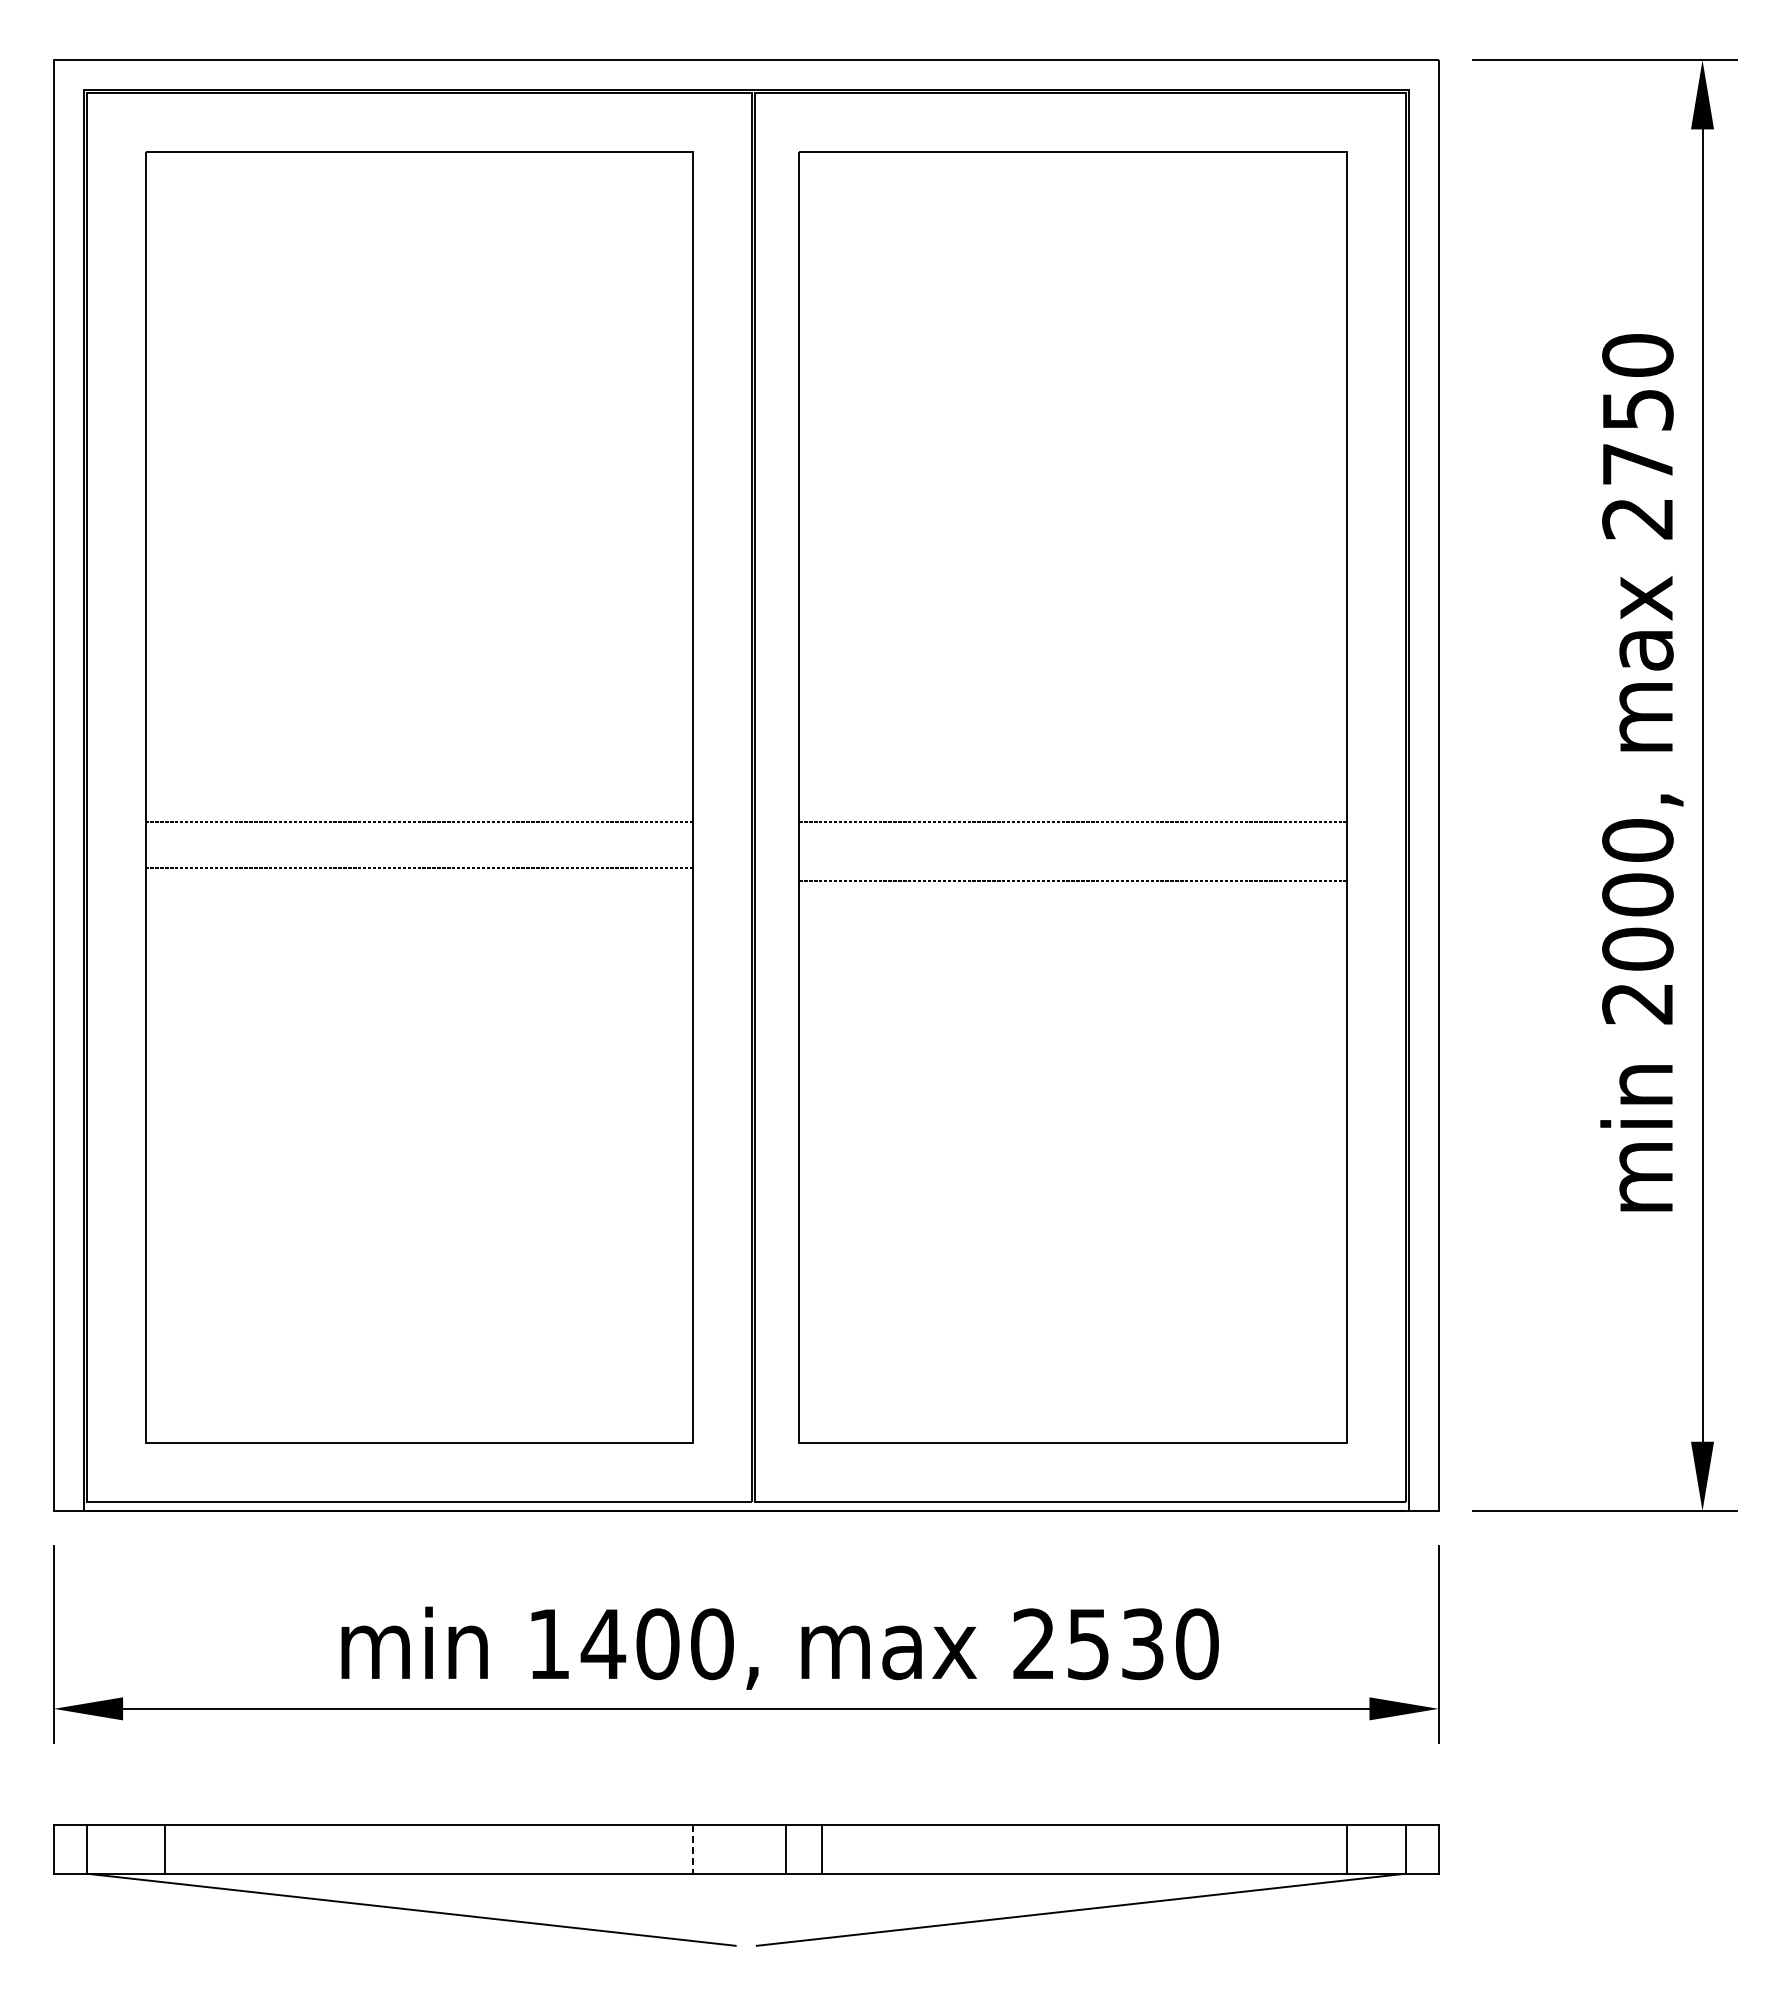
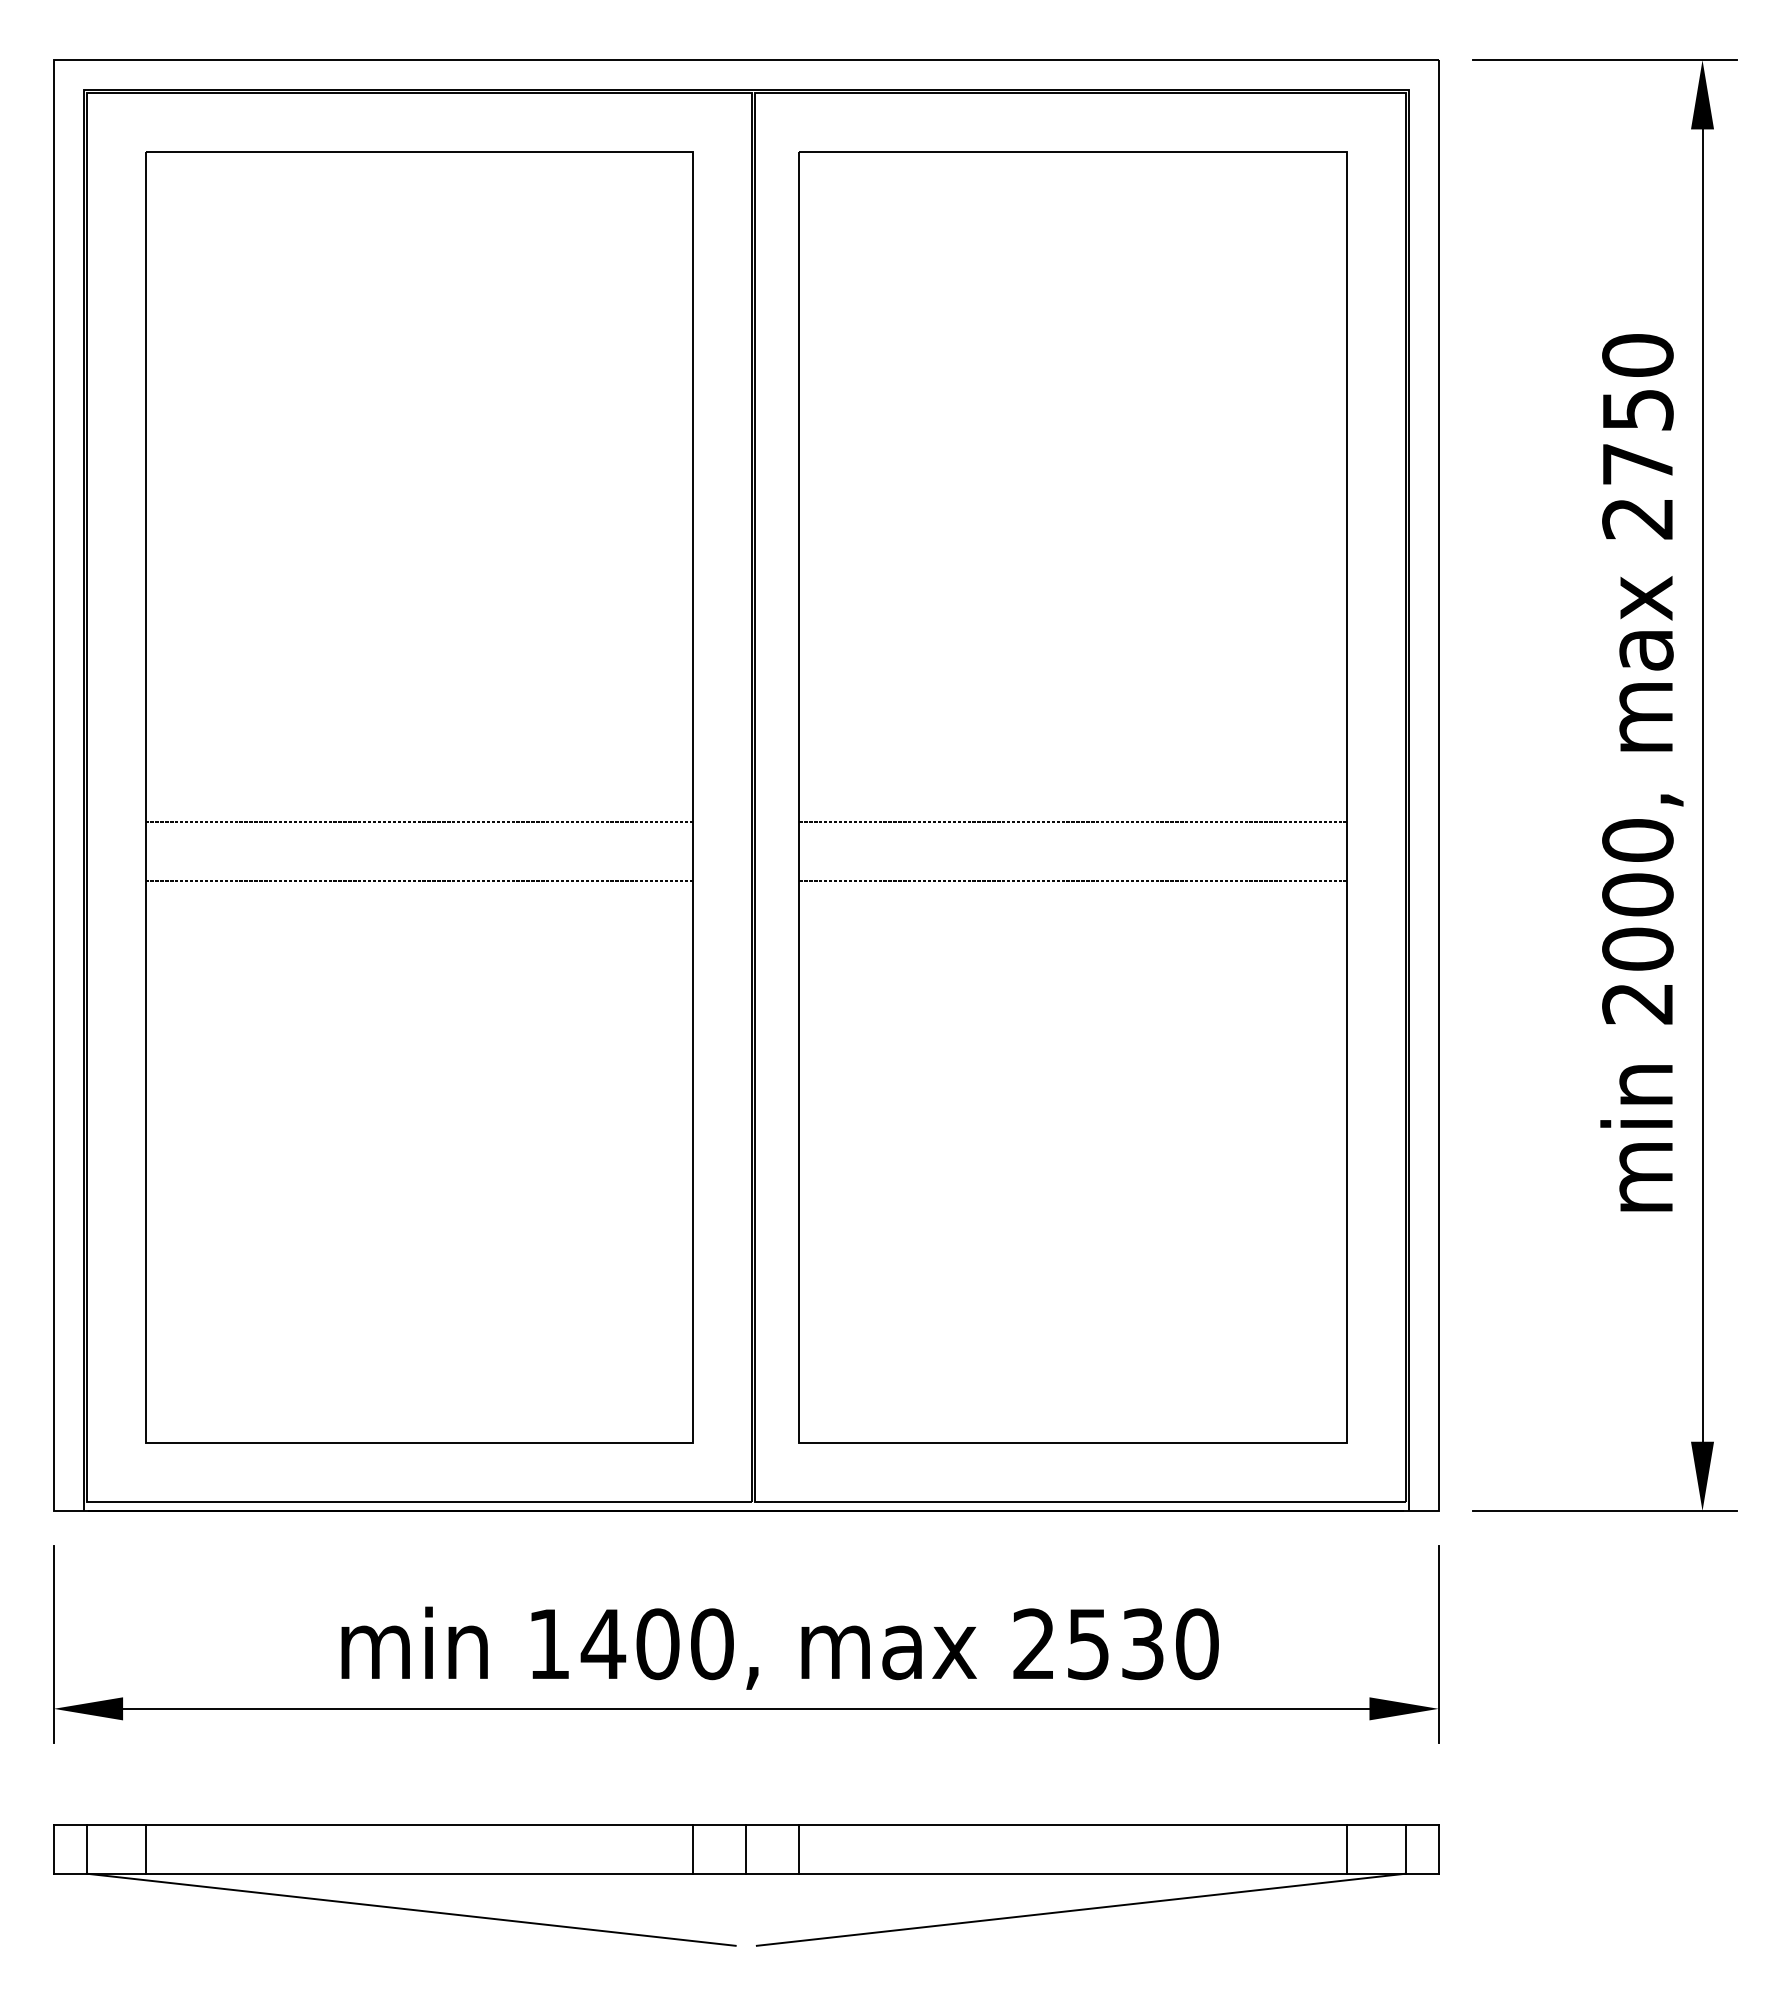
line at (419, 867) position: (419, 867) -> (419, 880)
line at (164, 1848) position: (164, 1848) -> (145, 1848)
line at (786, 1848) position: (786, 1848) -> (746, 1848)
line at (822, 1848) position: (822, 1848) -> (799, 1848)
line at (693, 1849): dashed -> solid
